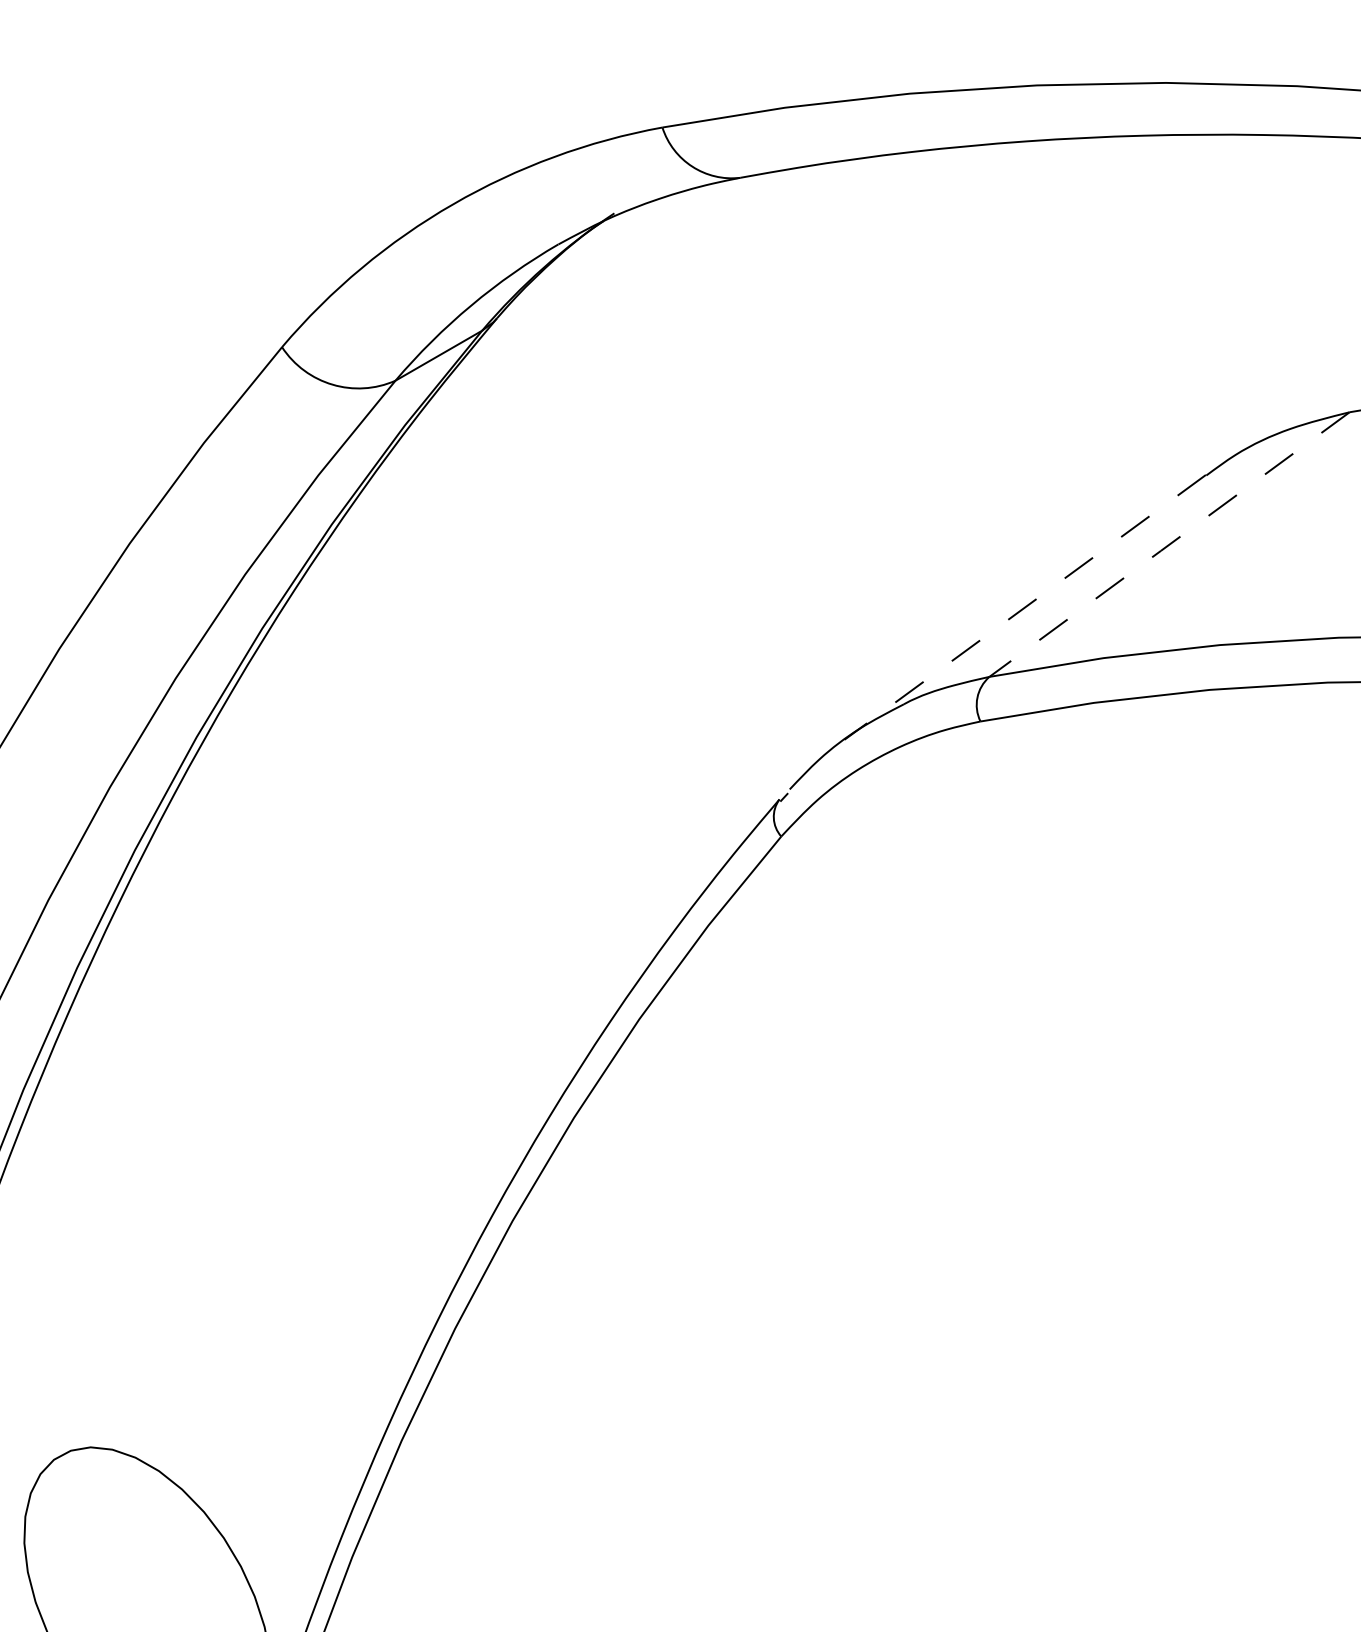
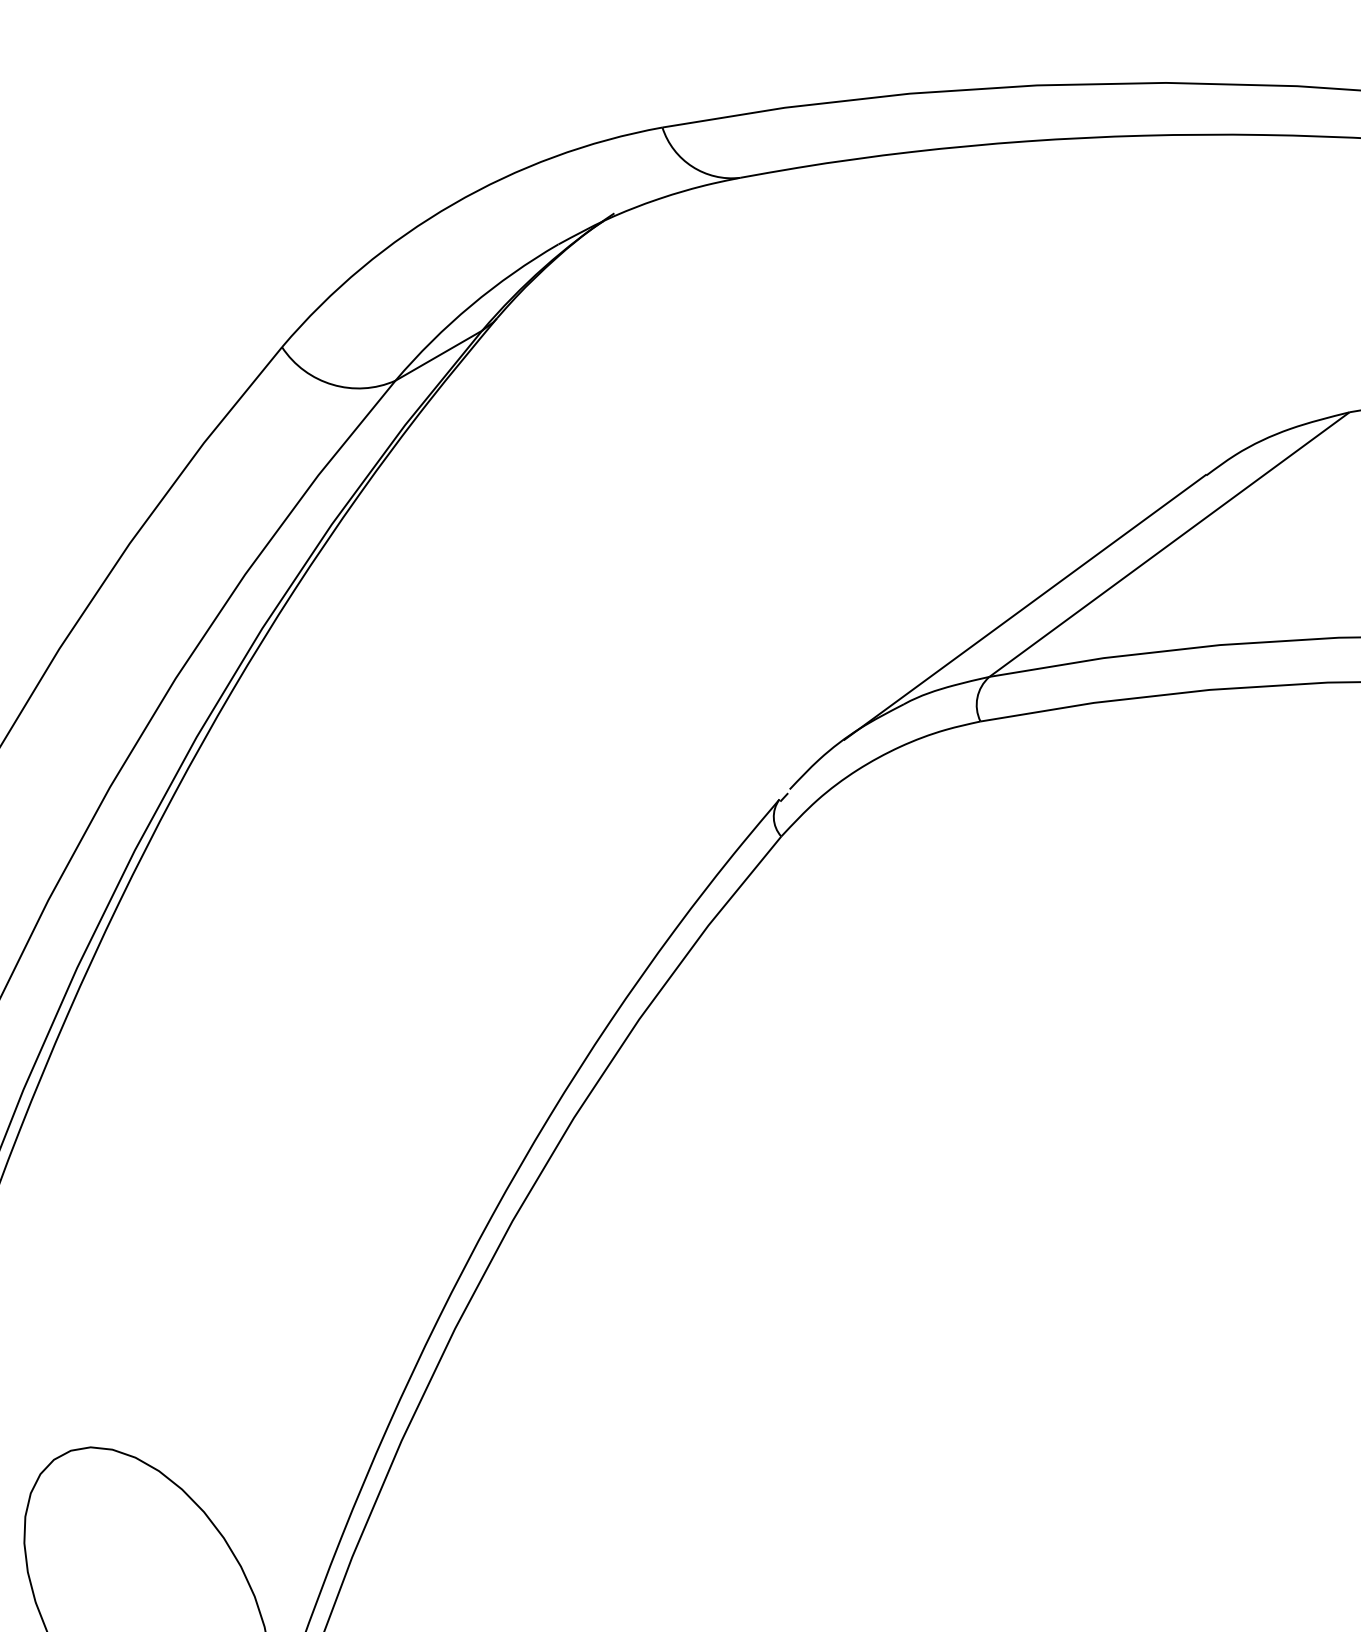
line at (1169, 544): dashed -> solid
line at (1024, 607): dashed -> solid
